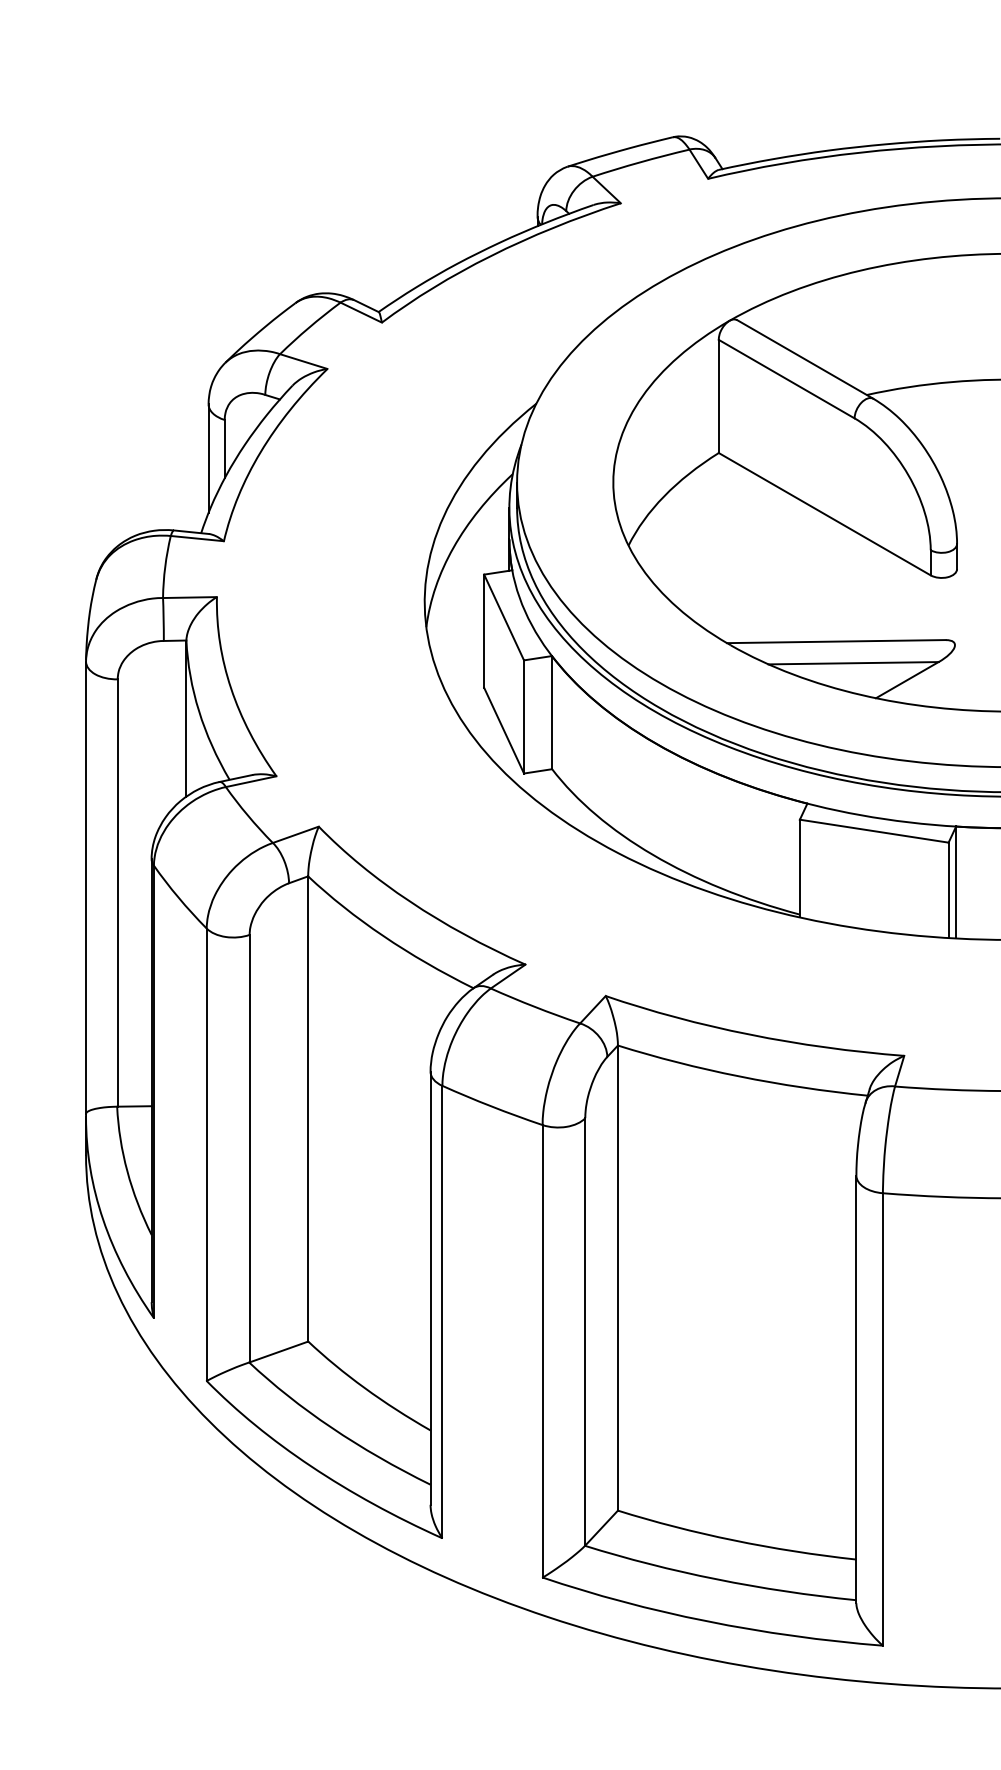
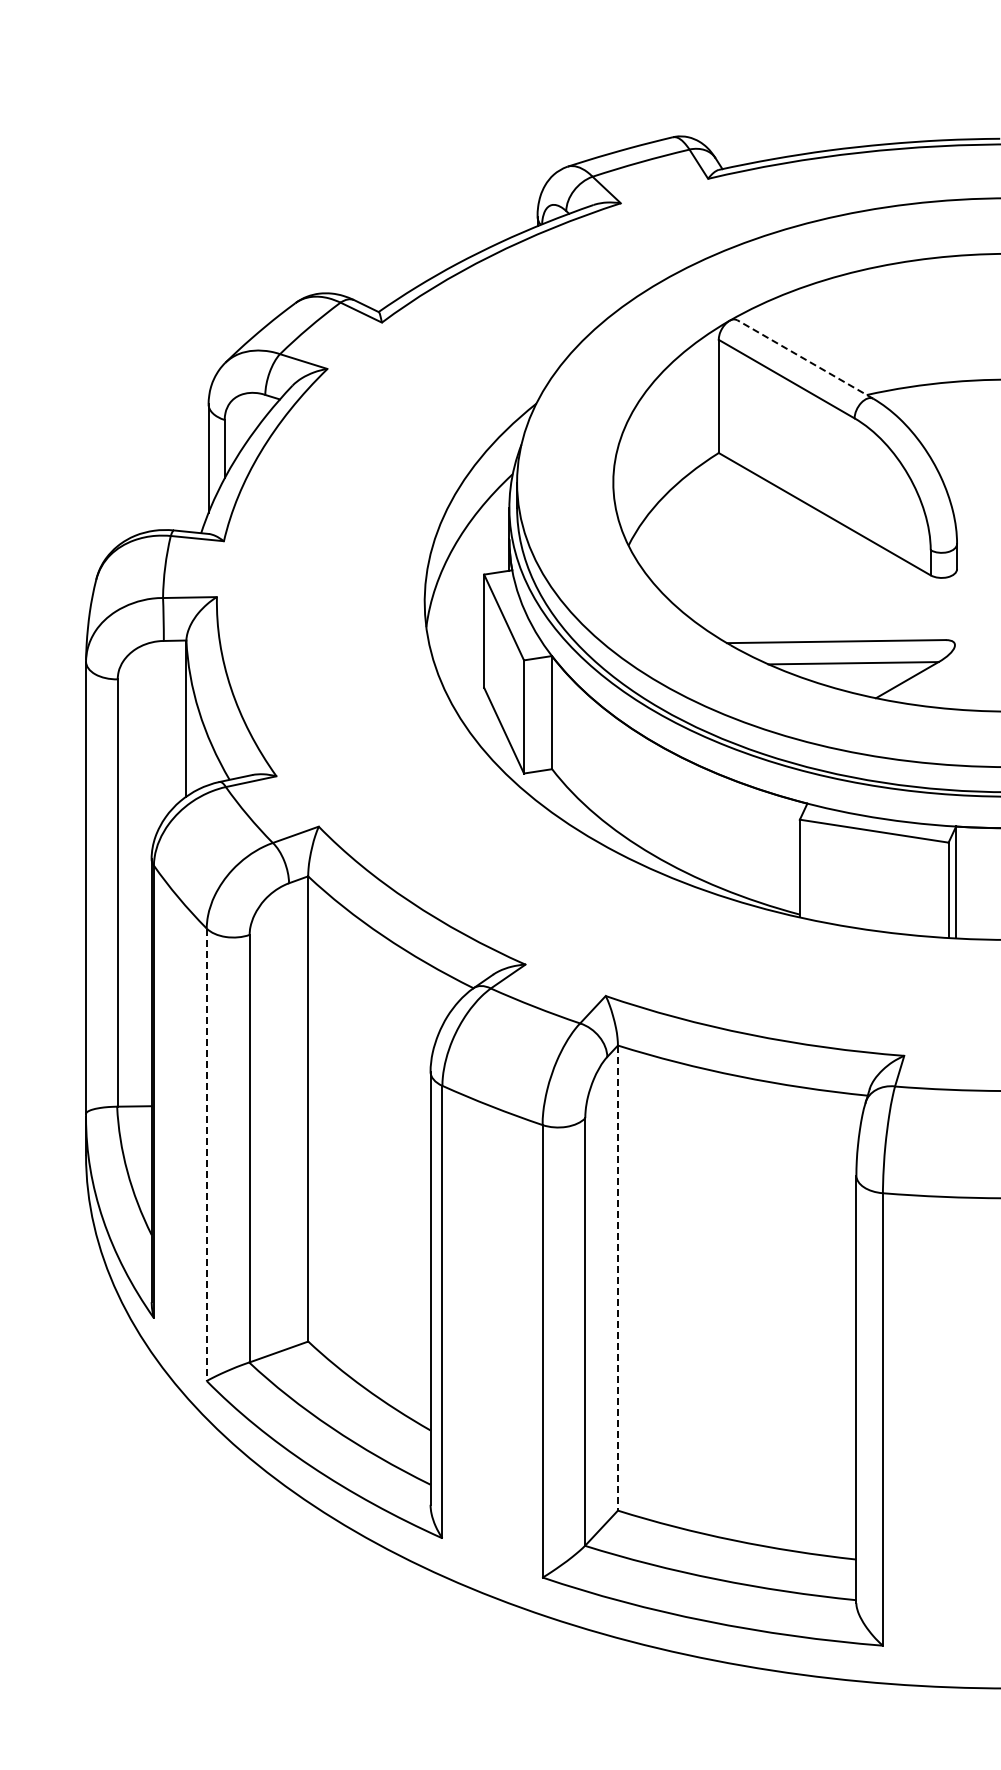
line at (804, 359): solid -> dashed
line at (206, 1155): solid -> dashed
line at (617, 1278): solid -> dashed
